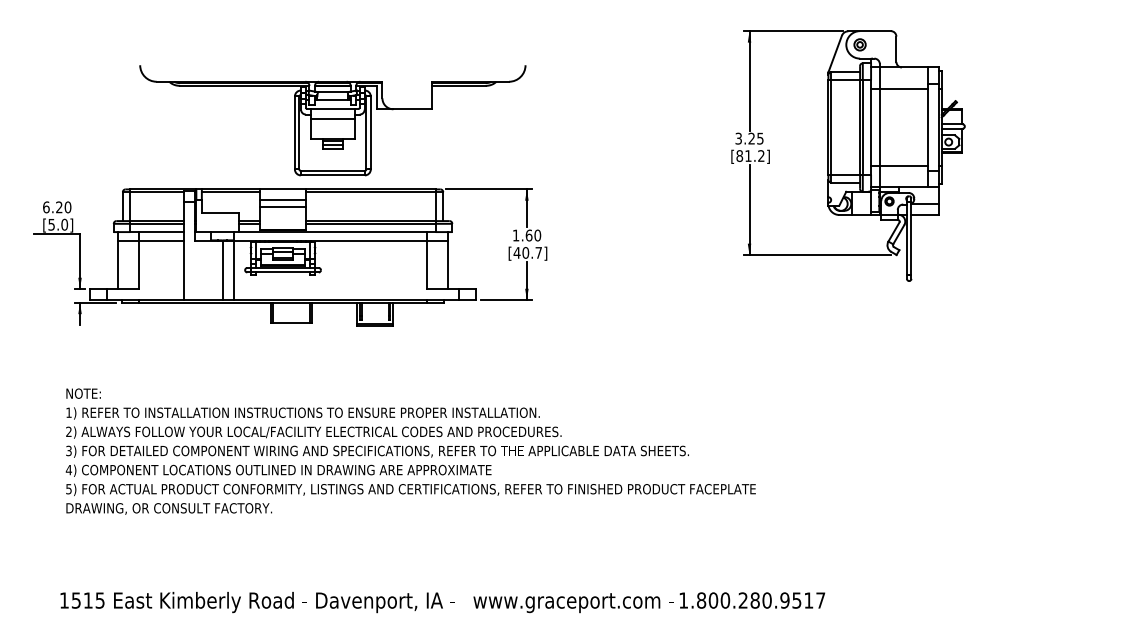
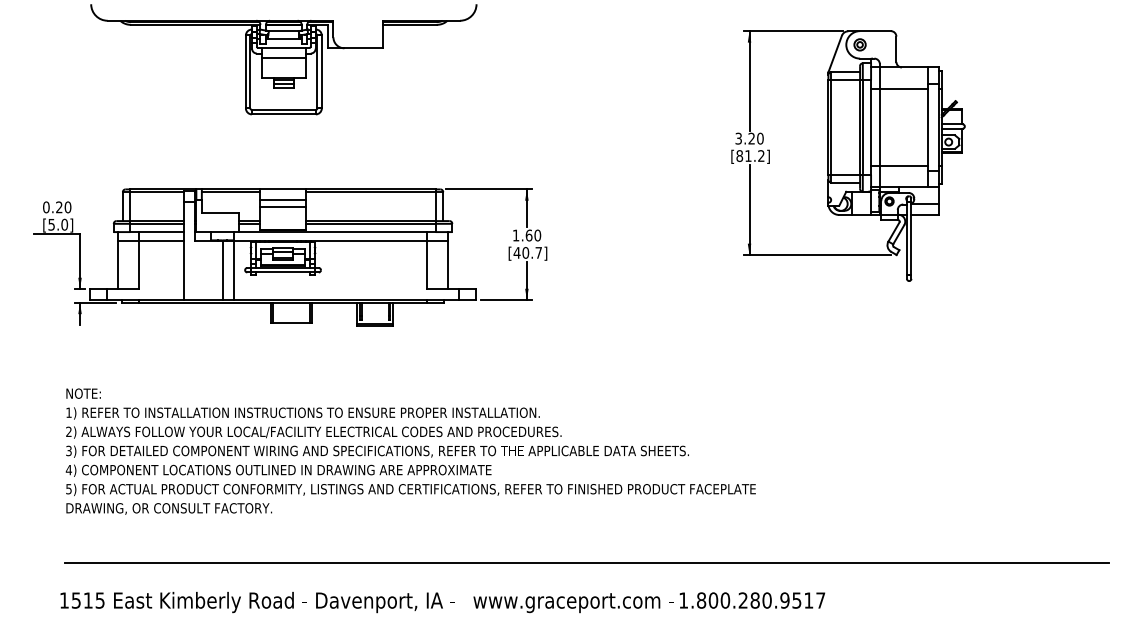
part at (332, 120) position: (332, 120) -> (283, 59)
text at (760, 138): 3.25 -> 3.20
text at (46, 207): 6.20 -> 0.20
line at (586, 562): none -> present
